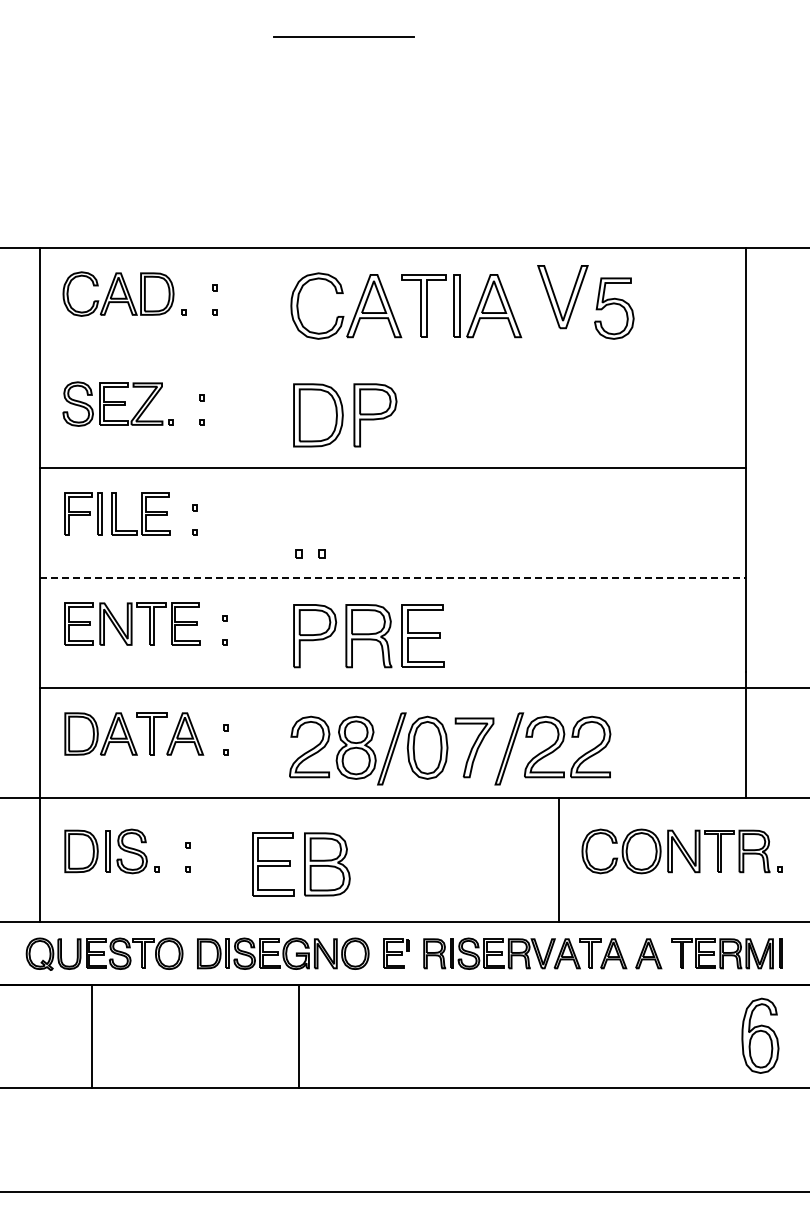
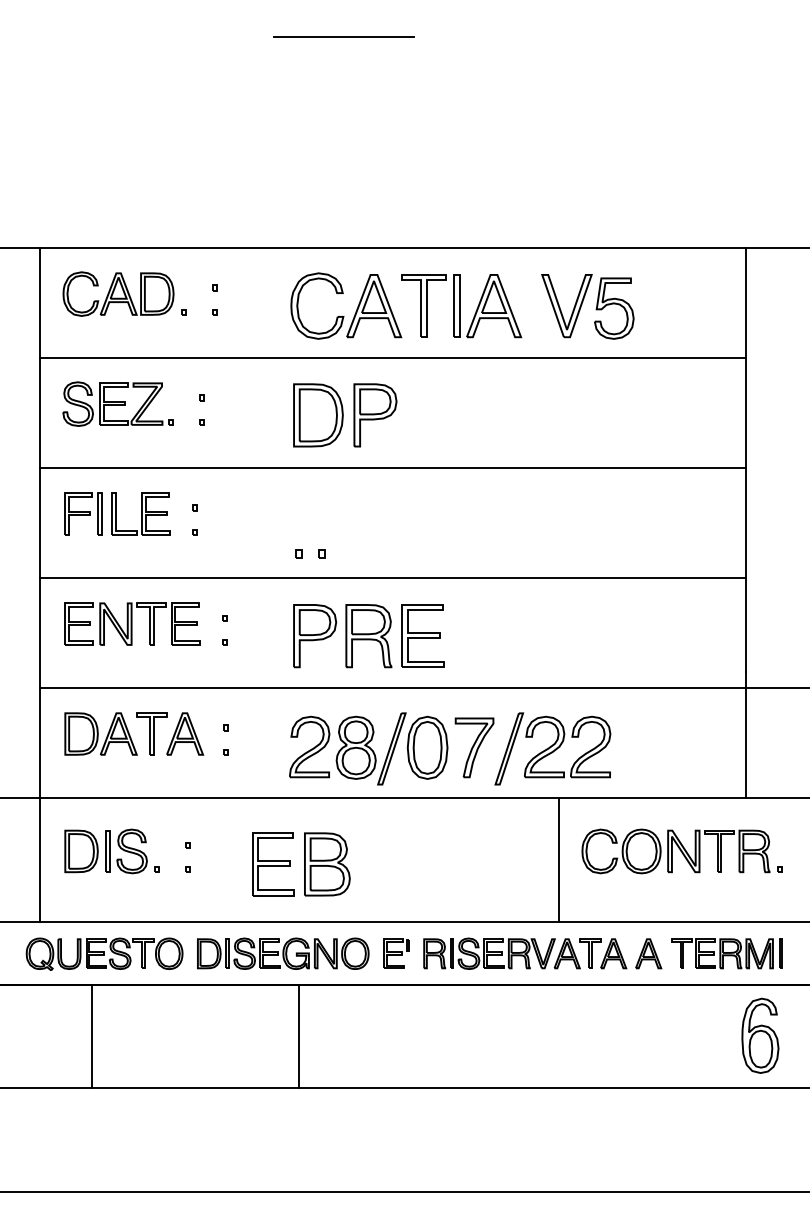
part at (556, 298) position: (556, 298) -> (560, 307)
line at (392, 357): none -> present
line at (392, 577): dashed -> solid
